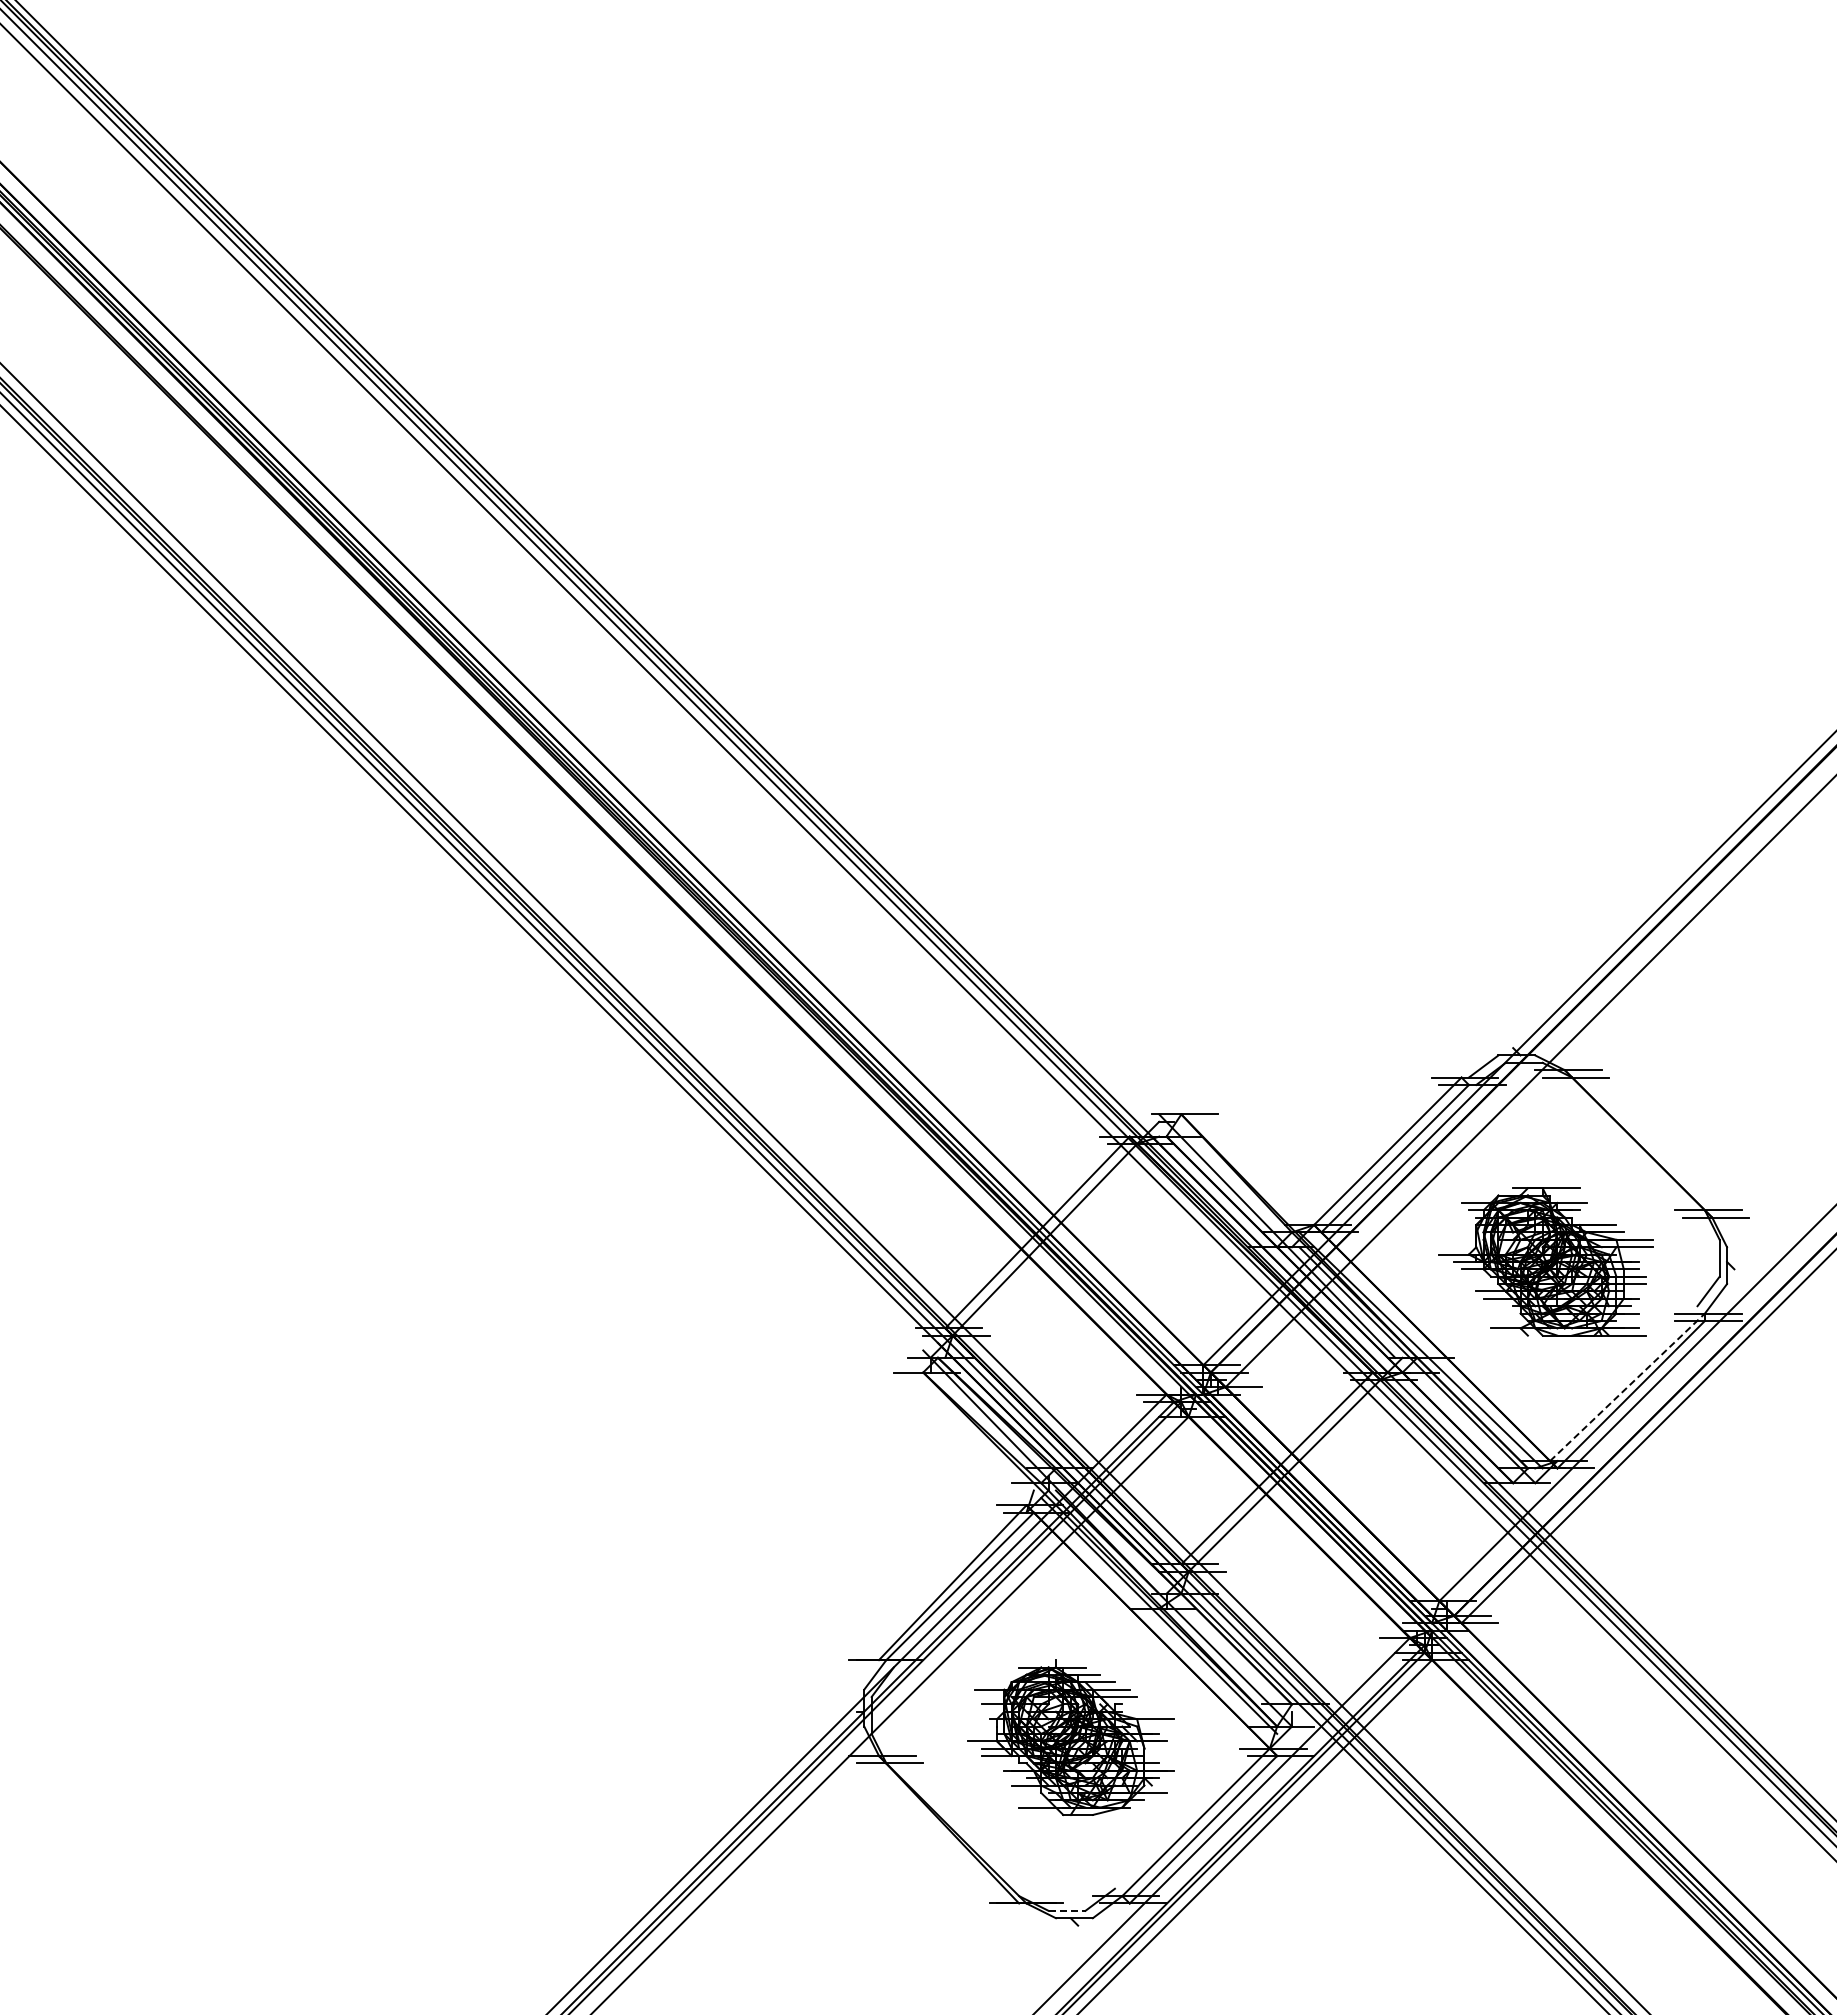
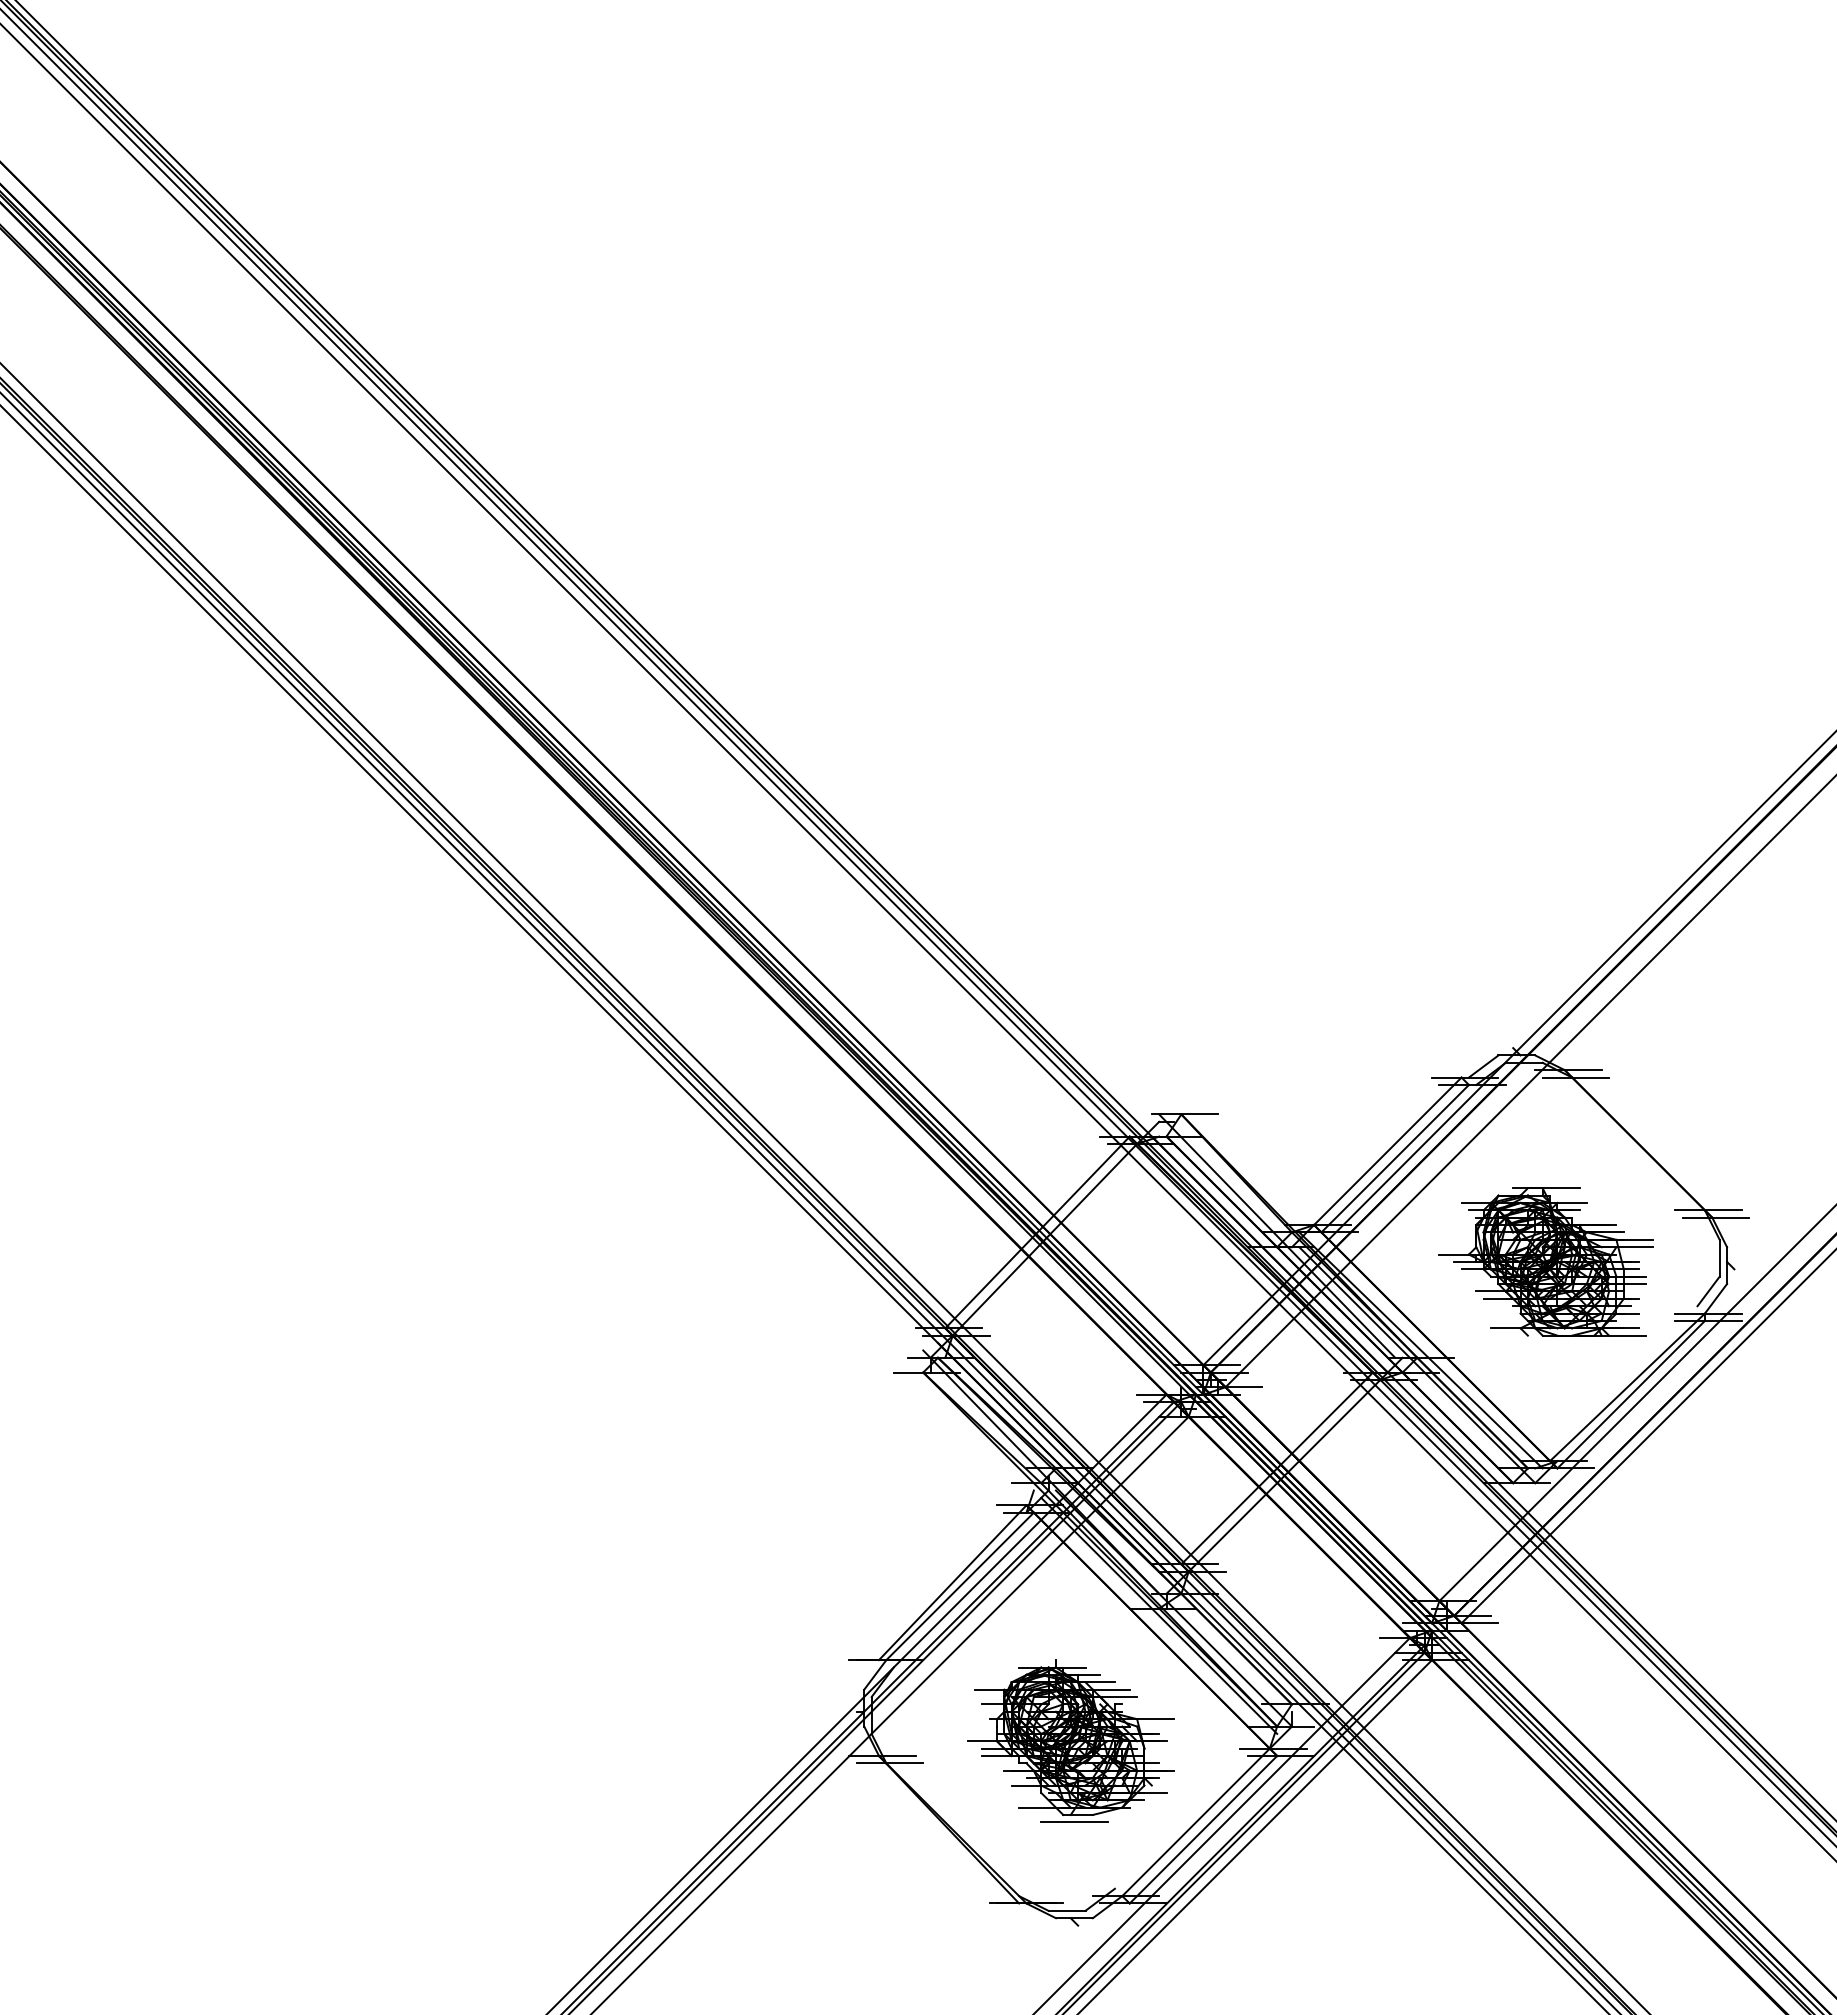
line at (1627, 1387): dashed -> solid
line at (1074, 1822): none -> present
line at (1067, 1910): dashed -> solid
